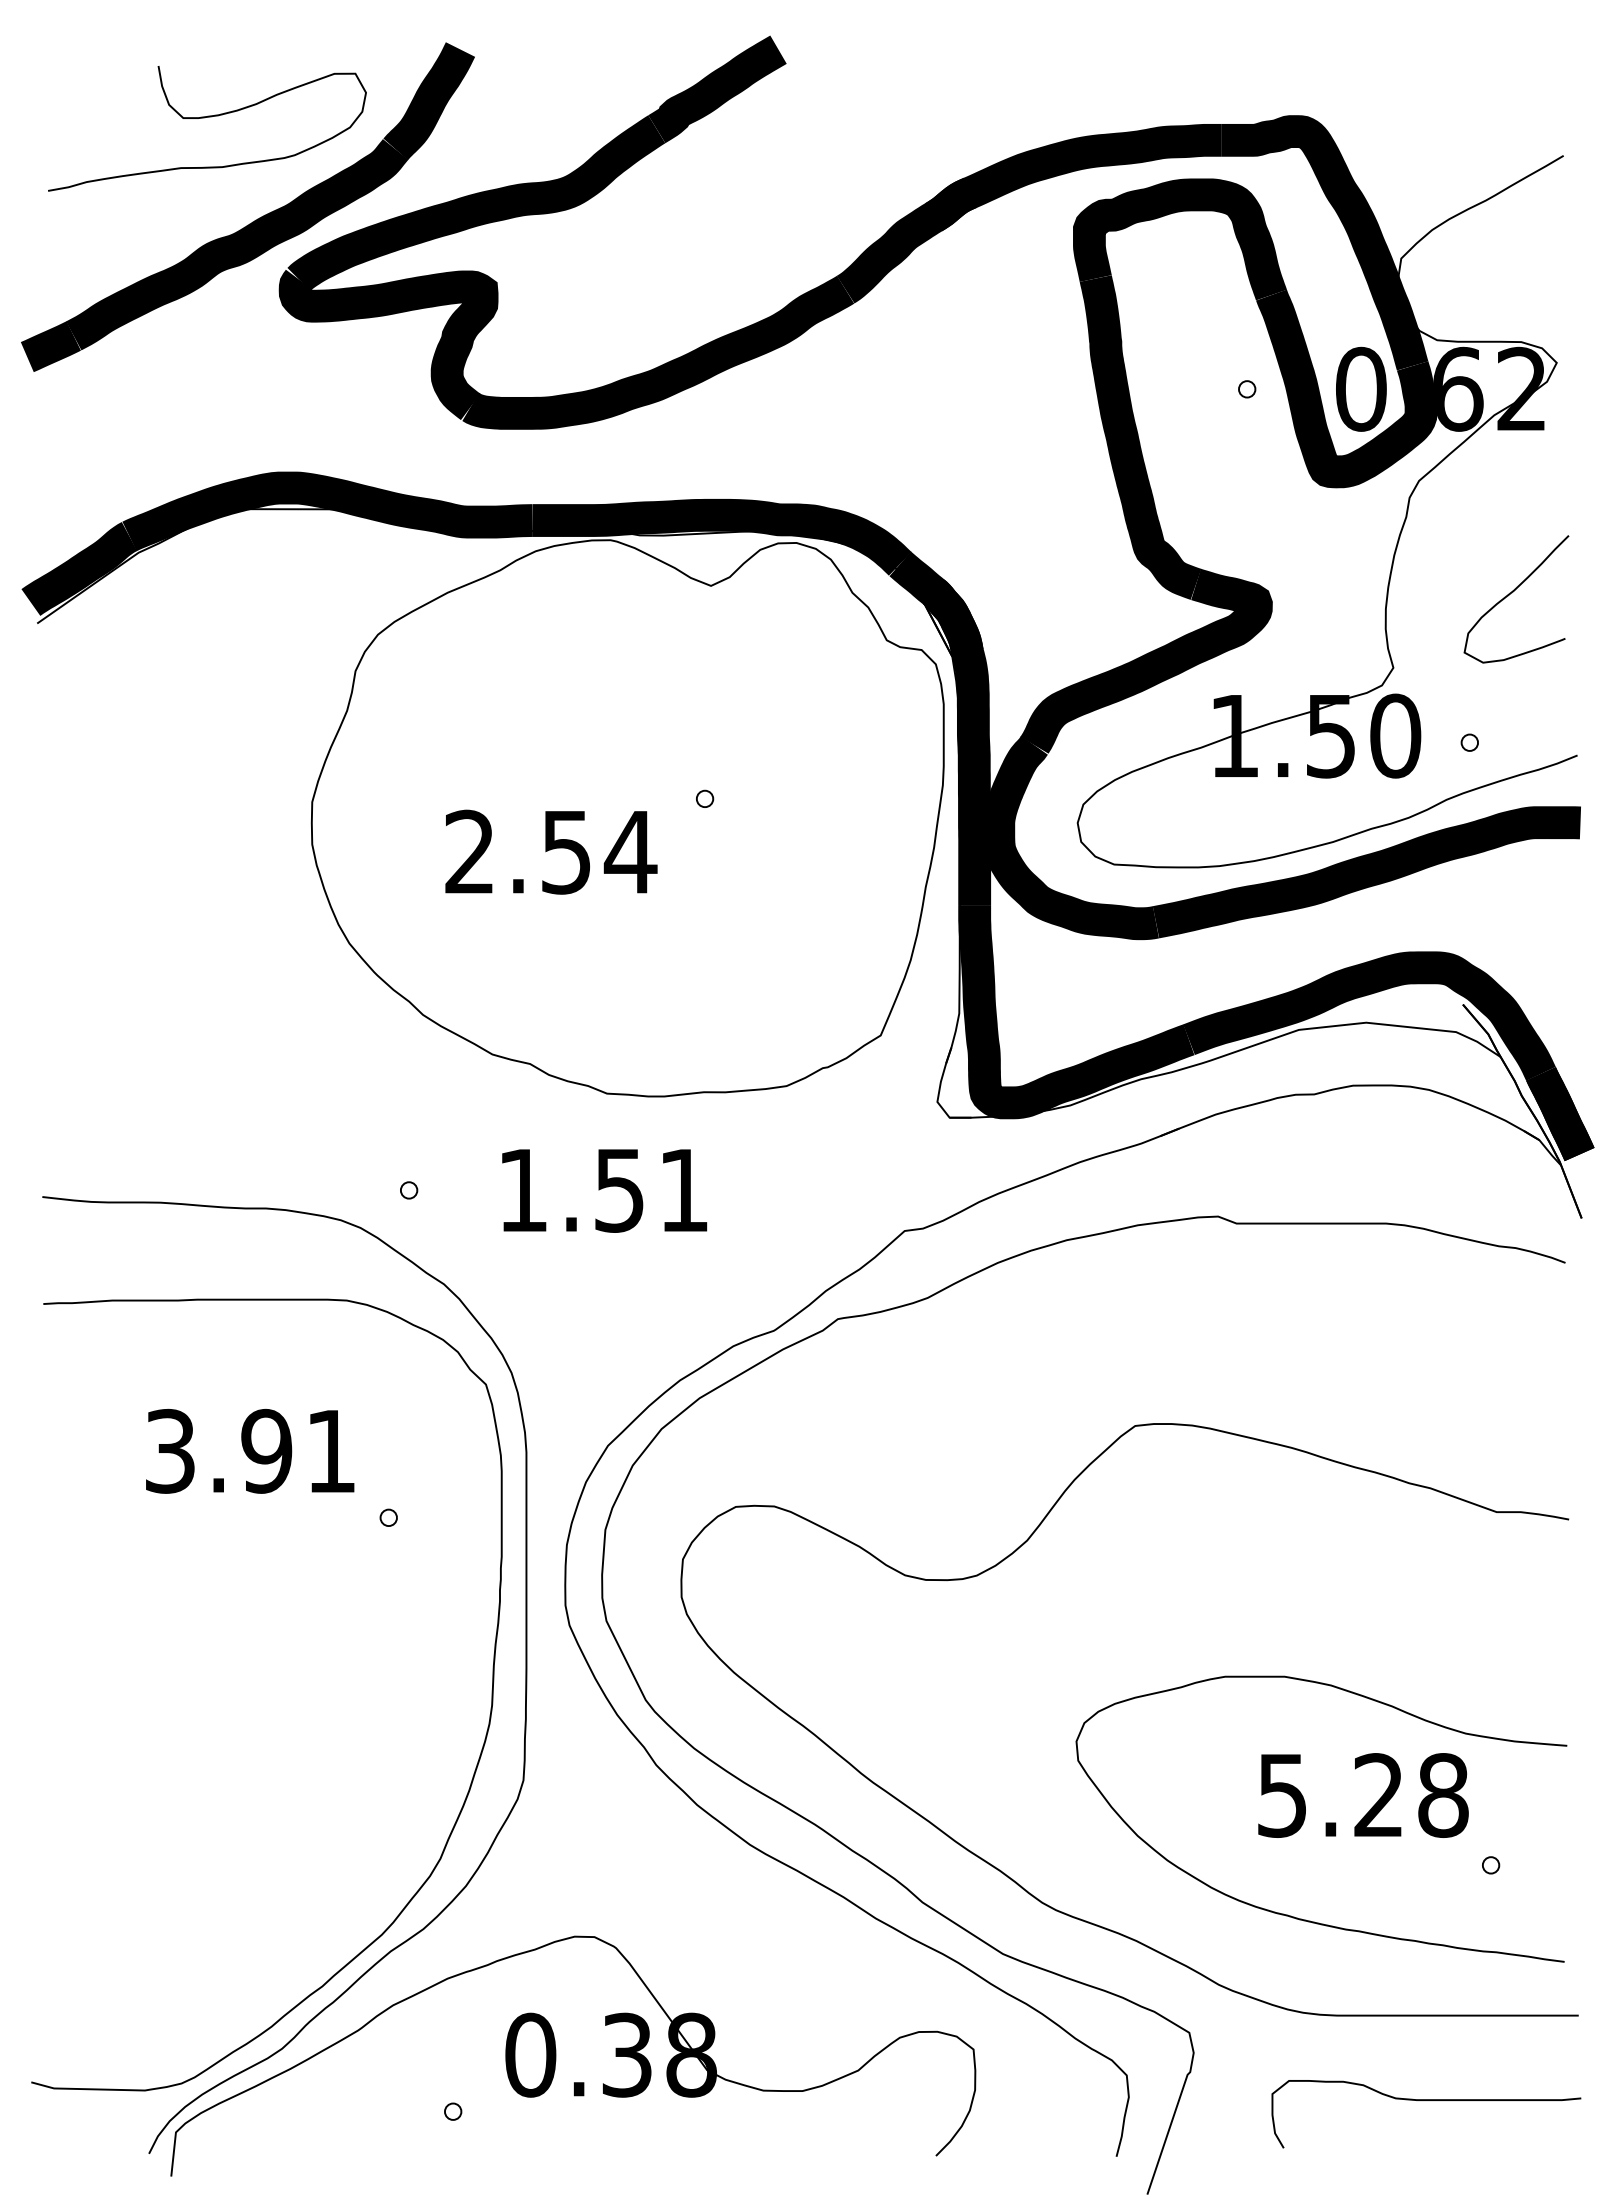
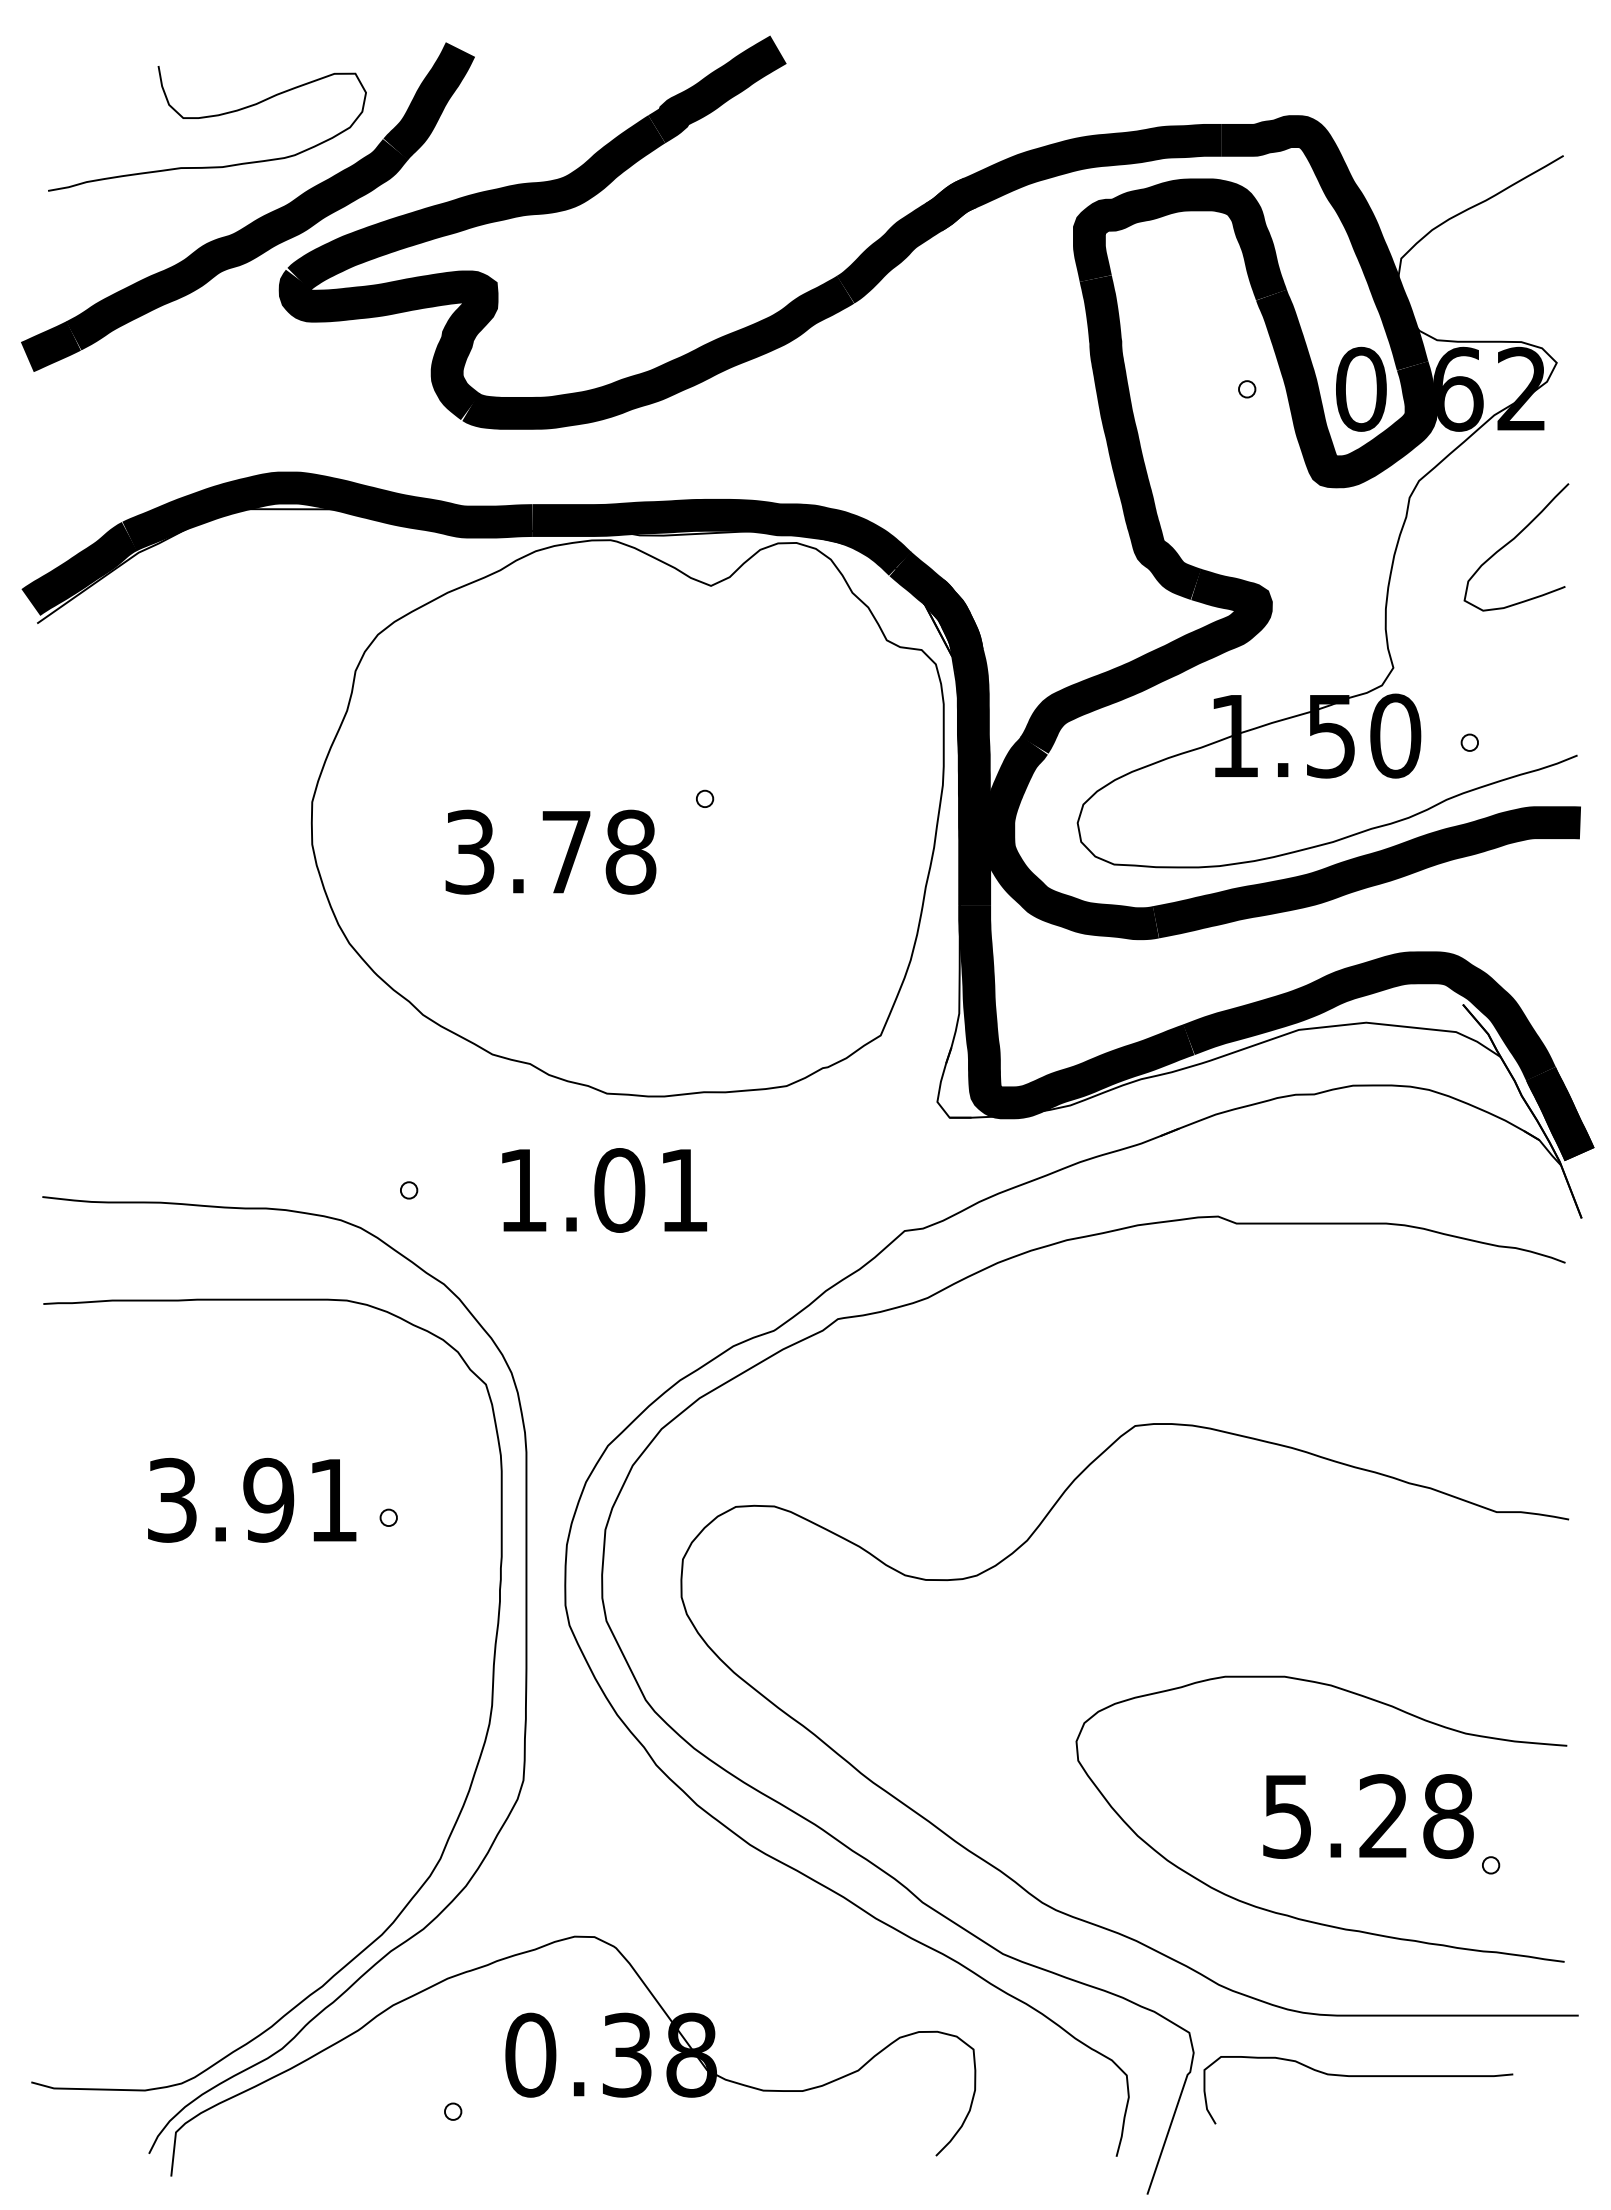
curve at (1512, 593) position: (1512, 593) -> (1512, 541)
text at (551, 851): 2.54 -> 3.78
text at (619, 1190): 1.51 -> 1.01
text at (250, 1450) position: (250, 1450) -> (252, 1499)
text at (1363, 1795) position: (1363, 1795) -> (1368, 1816)
curve at (1426, 2100) position: (1426, 2100) -> (1358, 2076)
